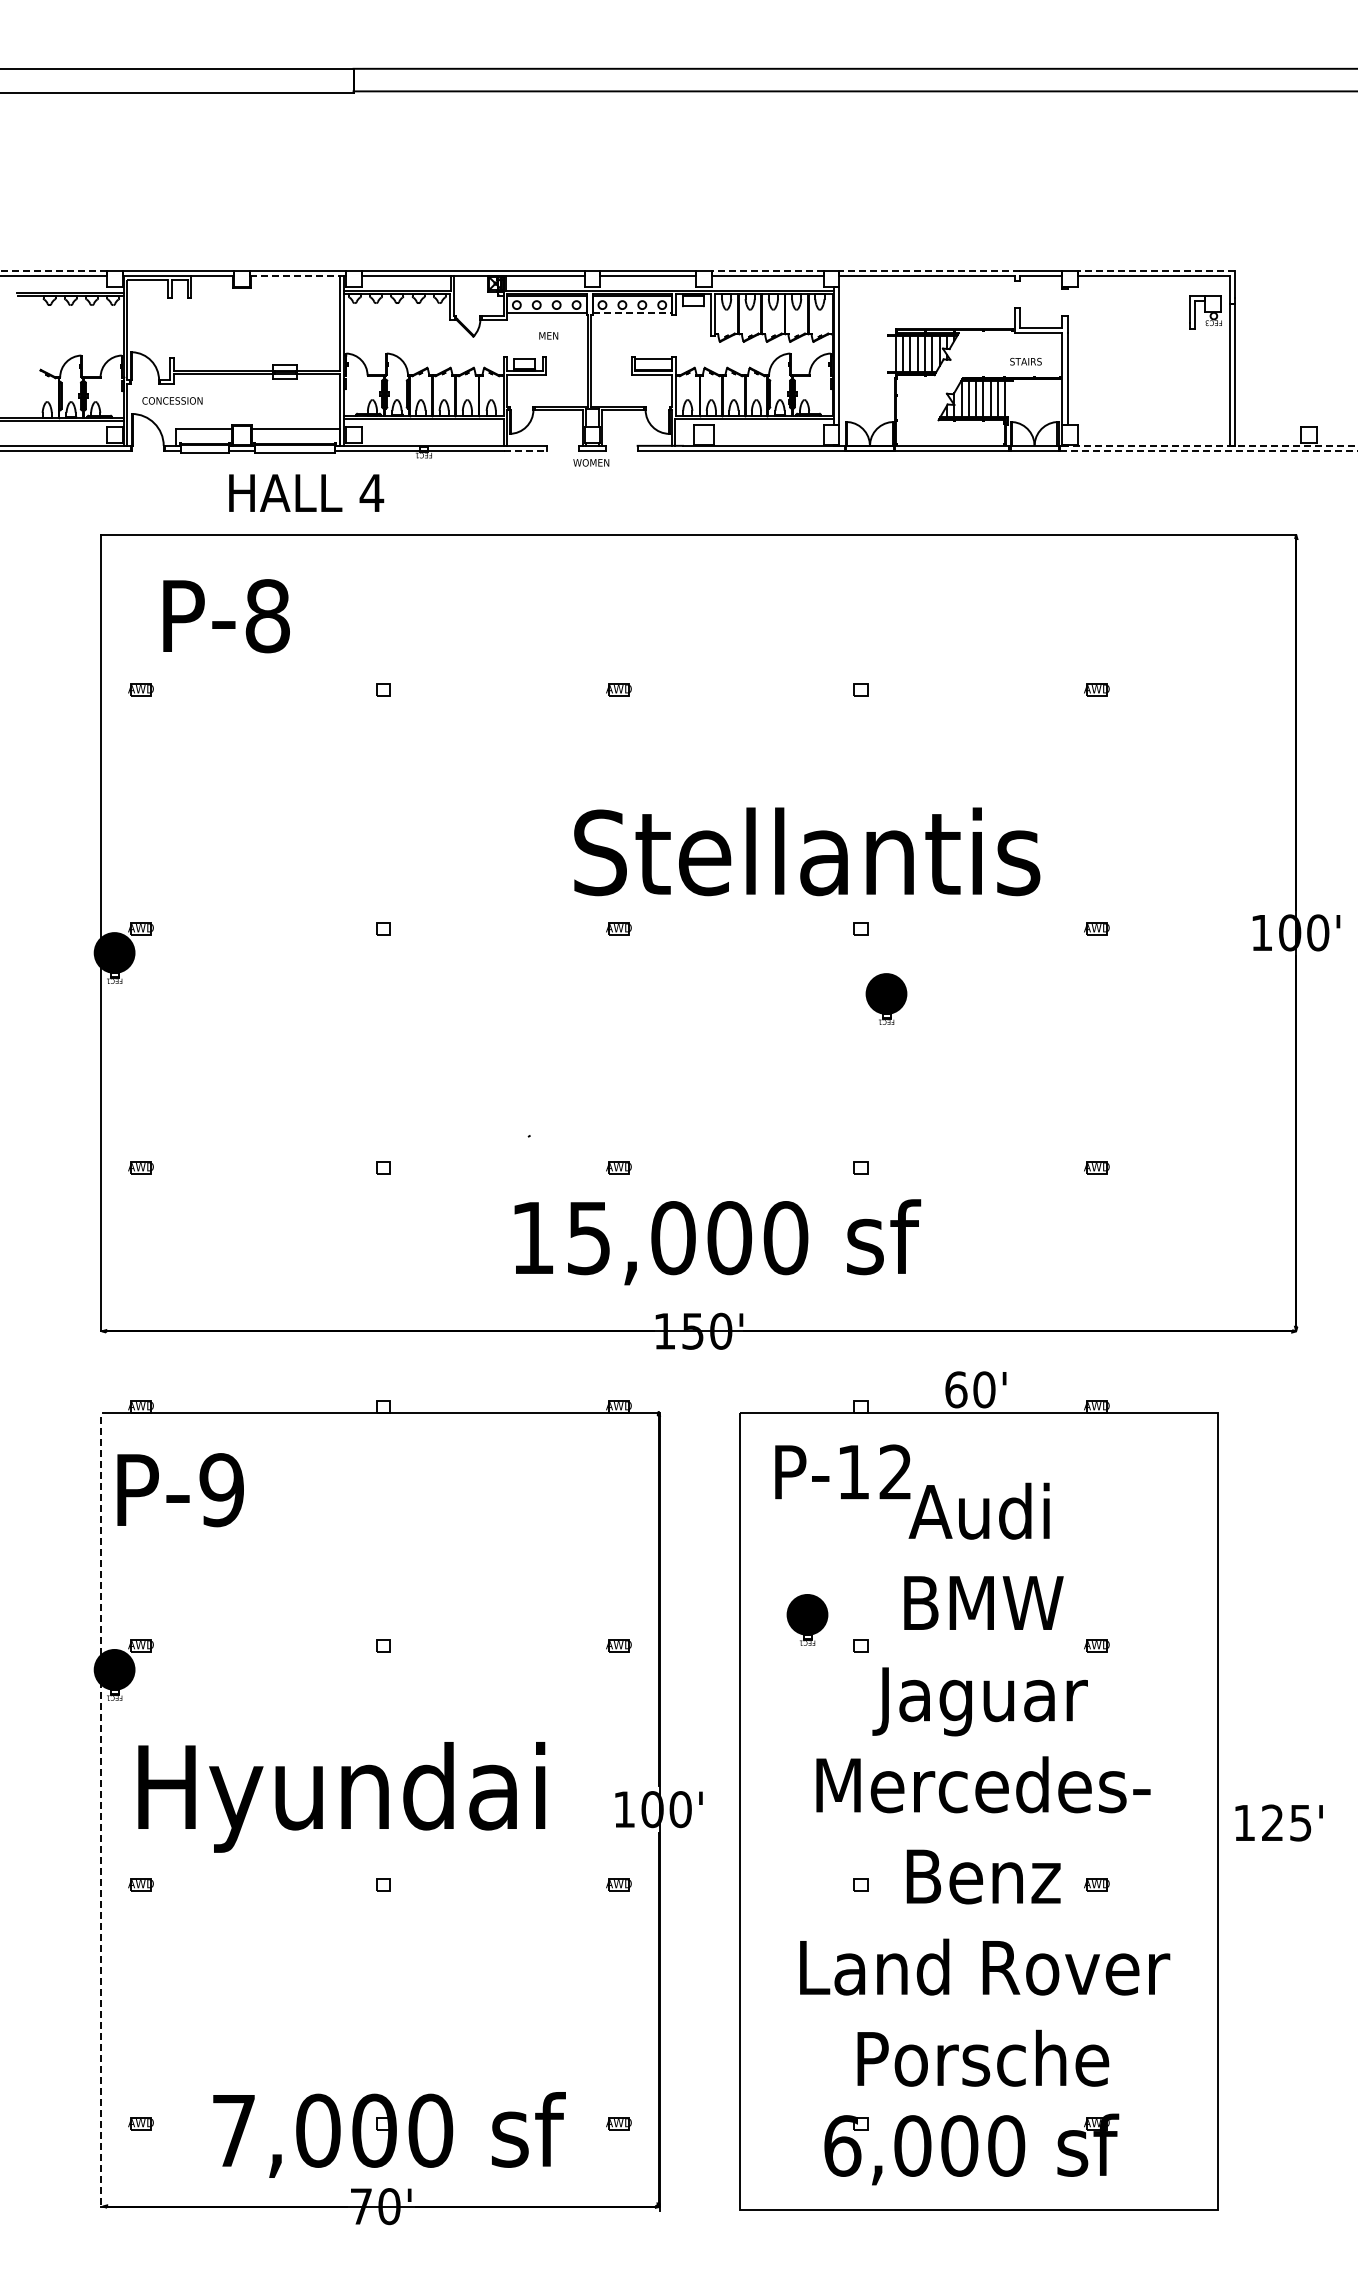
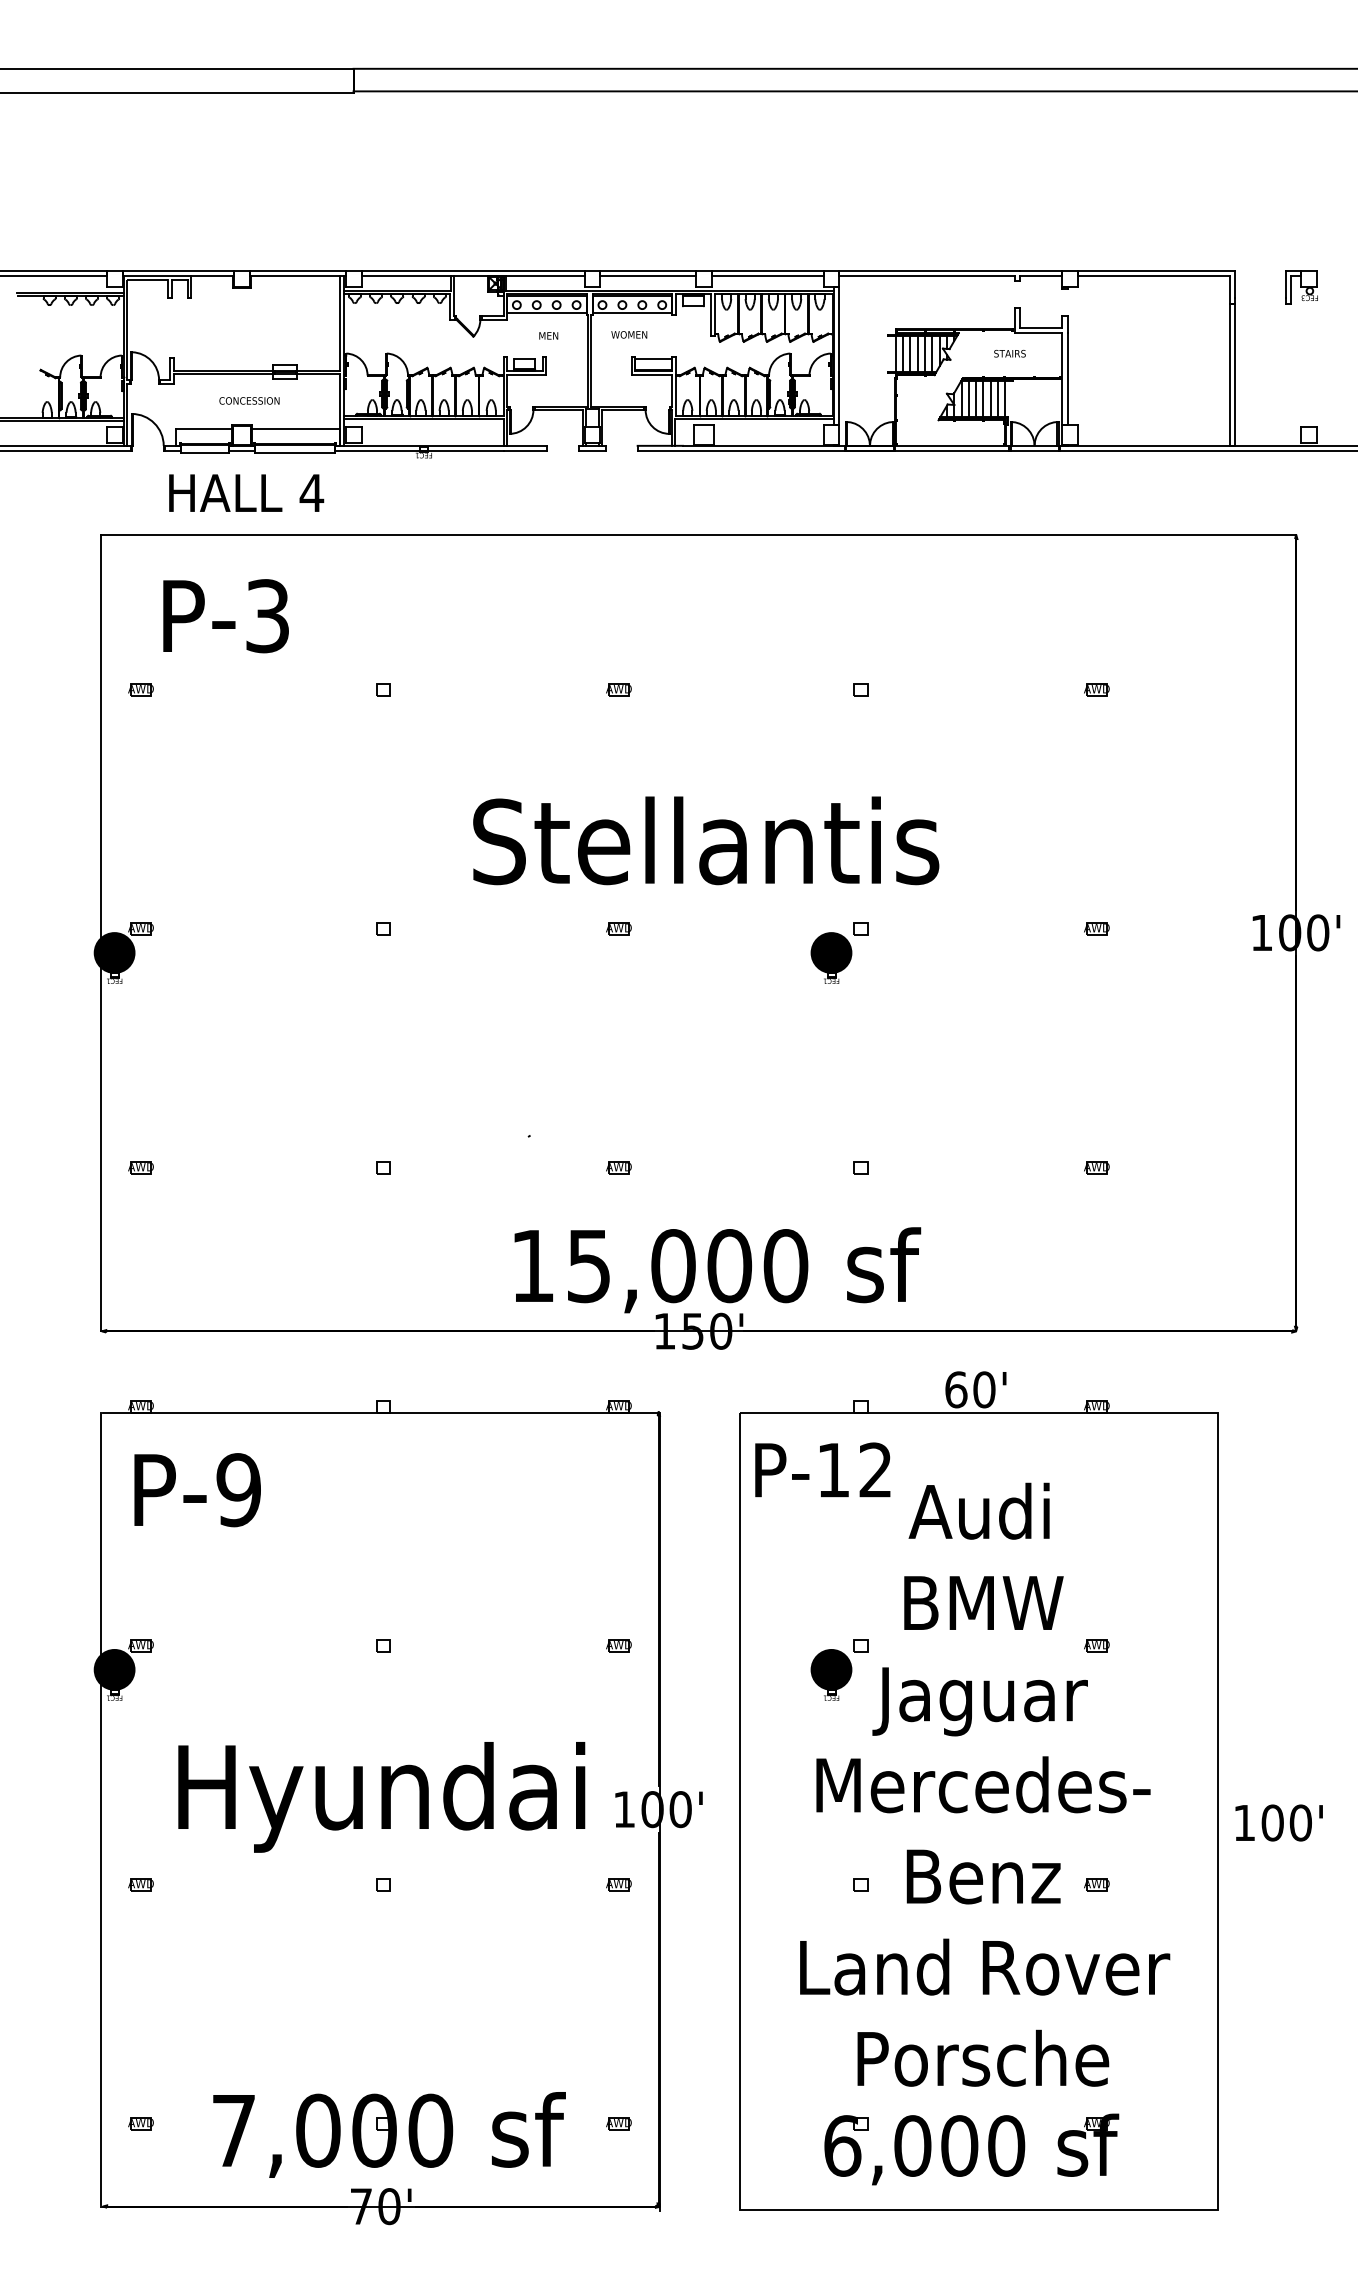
line at (52, 270): dashed -> solid
line at (767, 270): dashed -> solid
line at (929, 270): dashed -> solid
line at (1156, 270): dashed -> solid
line at (297, 275): dashed -> solid
part at (1205, 312) position: (1205, 312) -> (1301, 287)
line at (632, 313): dashed -> solid
text at (1025, 361) position: (1025, 361) -> (1009, 353)
text at (172, 400) position: (172, 400) -> (249, 400)
line at (1208, 445): dashed -> solid
line at (525, 451): dashed -> solid
line at (1208, 451): dashed -> solid
text at (591, 462) position: (591, 462) -> (629, 334)
text at (306, 492) position: (306, 492) -> (246, 492)
text at (267, 616): P-8 -> P-3
text at (807, 851) position: (807, 851) -> (706, 840)
part at (886, 998) position: (886, 998) -> (831, 957)
text at (717, 1242) position: (717, 1242) -> (717, 1270)
text at (842, 1471) position: (842, 1471) -> (822, 1469)
text at (180, 1490) position: (180, 1490) -> (197, 1490)
part at (807, 1619) position: (807, 1619) -> (831, 1674)
text at (341, 1797) position: (341, 1797) -> (381, 1797)
line at (101, 1808): dashed -> solid
text at (1286, 1822): 125' -> 100'
